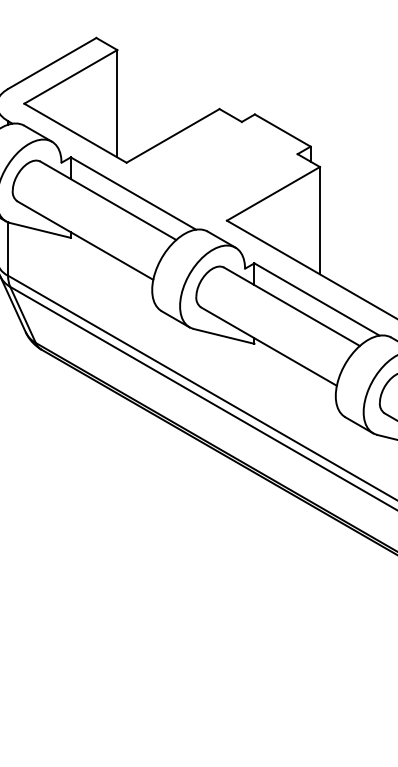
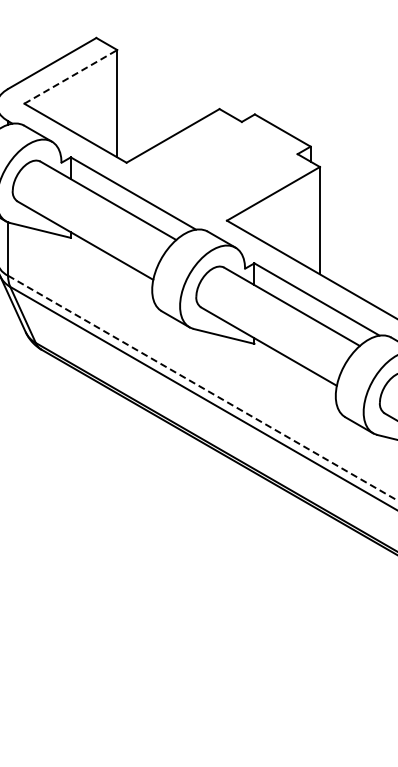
line at (70, 76): solid -> dashed
line at (202, 388): solid -> dashed
